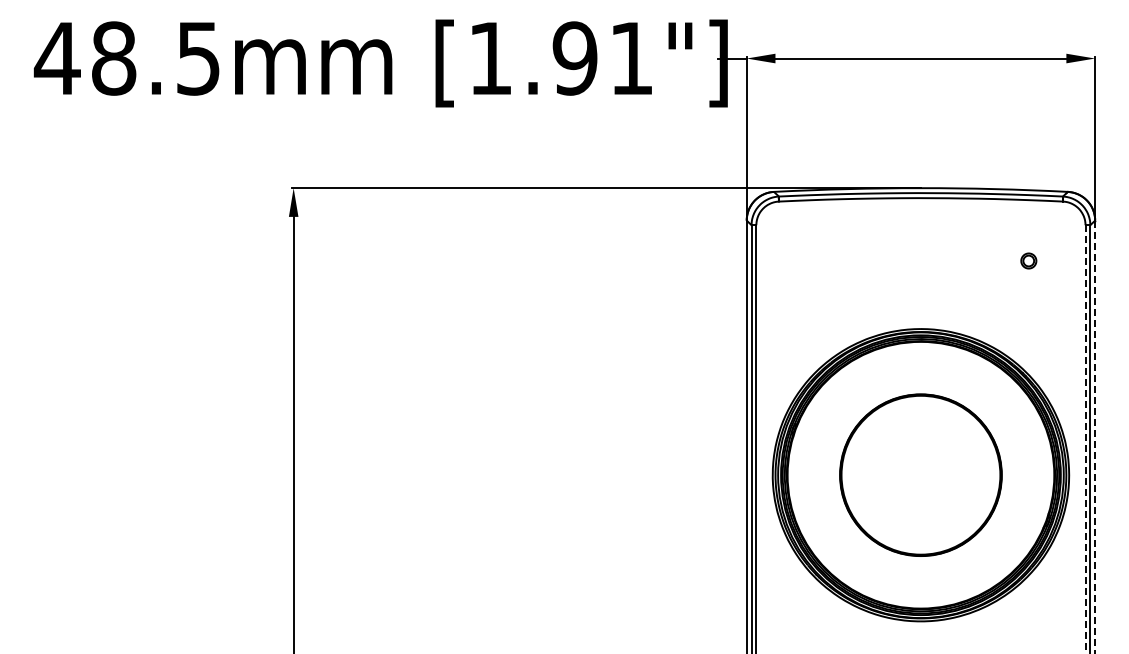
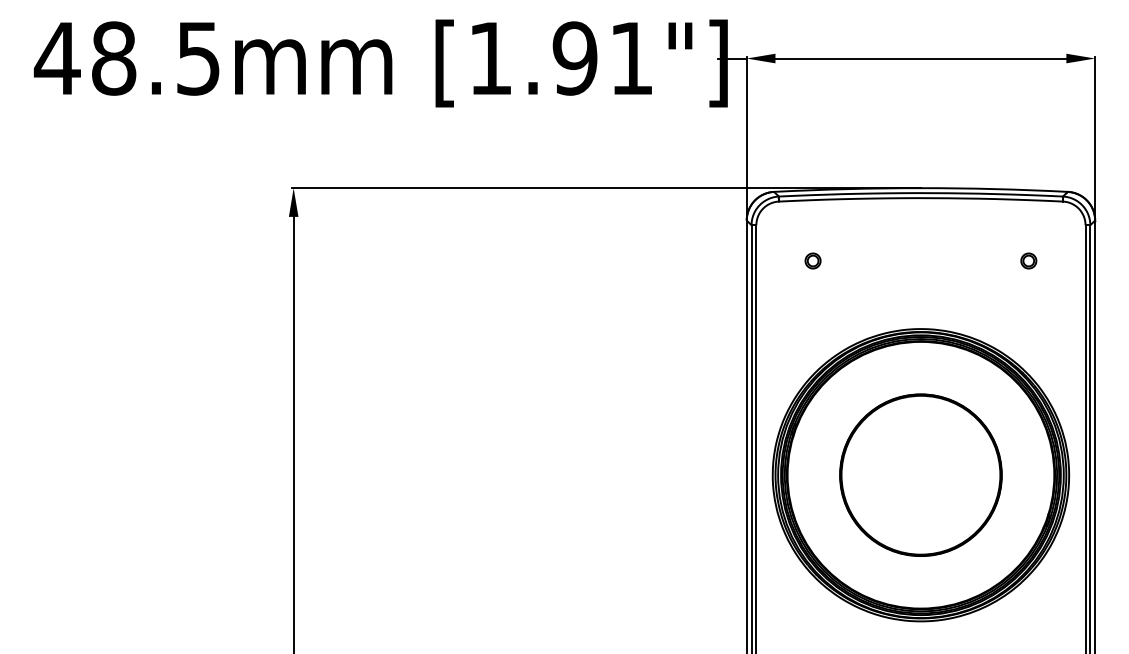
part at (812, 260): none -> present
line at (1095, 437): dashed -> solid
line at (1085, 439): dashed -> solid
